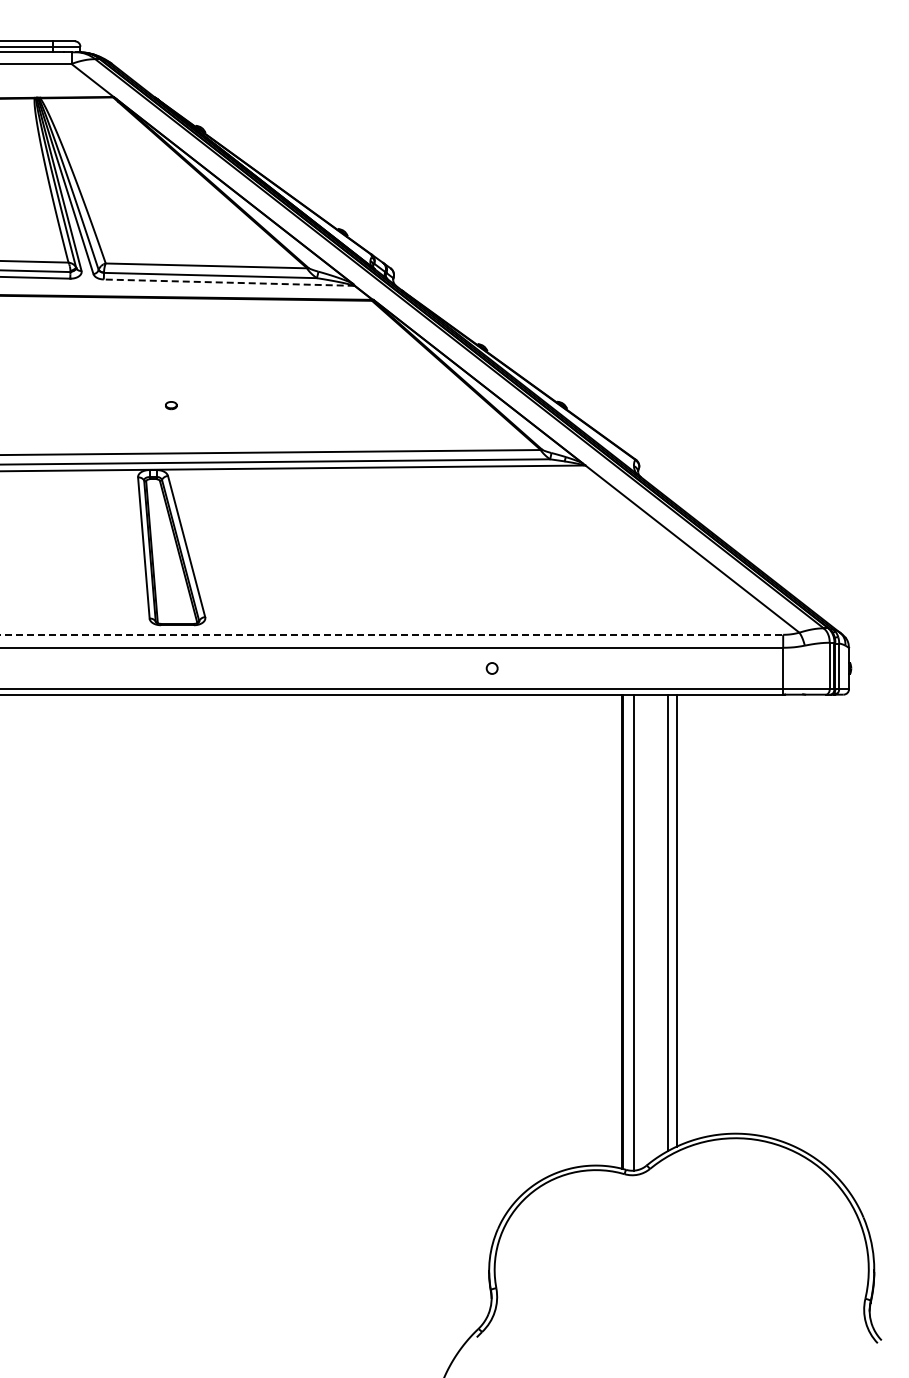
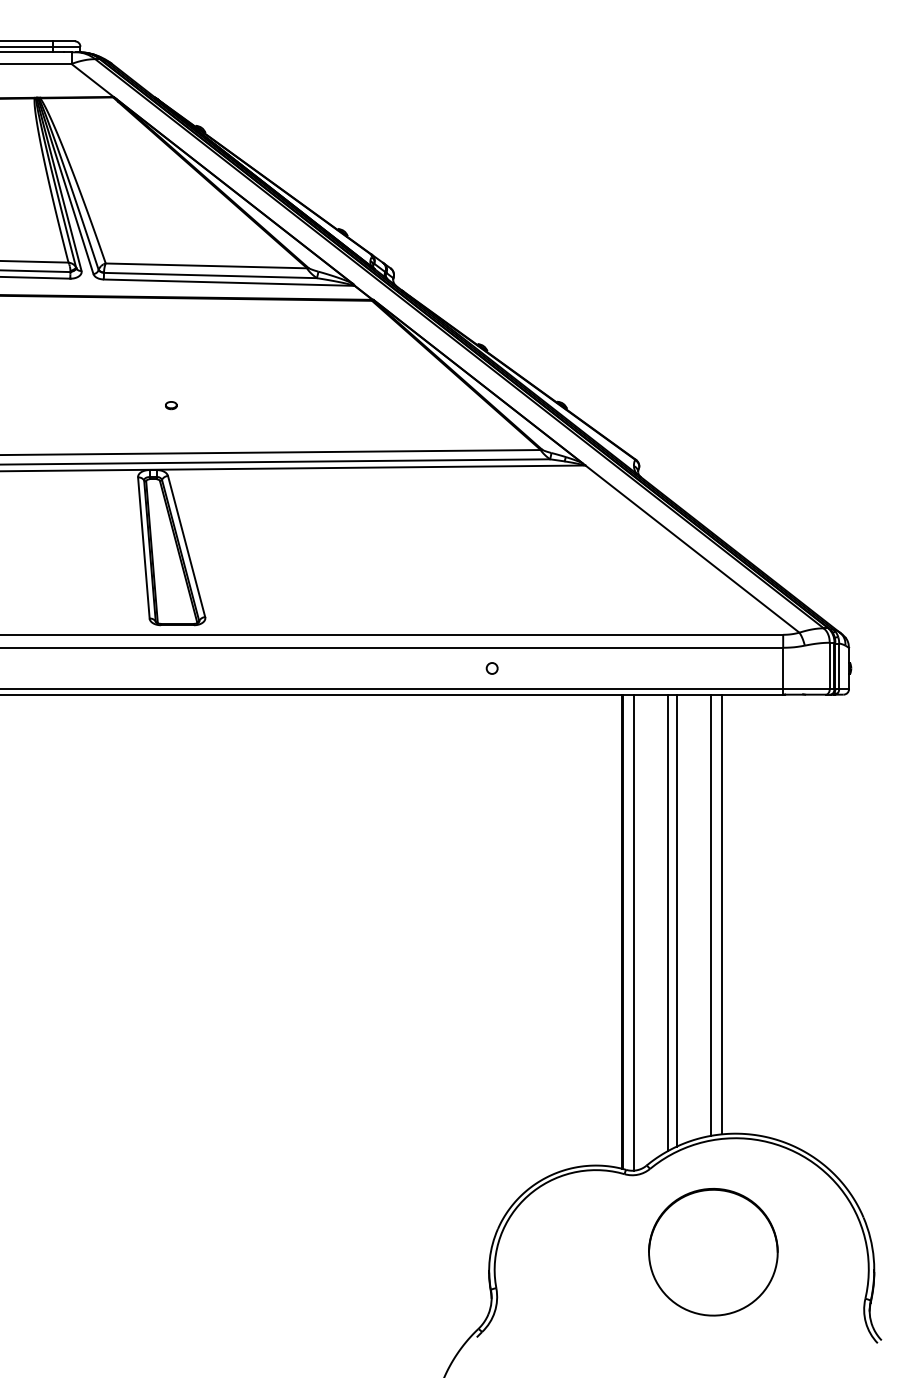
line at (228, 282): dashed -> solid
line at (392, 634): dashed -> solid
line at (710, 914): none -> present
line at (721, 914): none -> present
part at (713, 1252): none -> present
